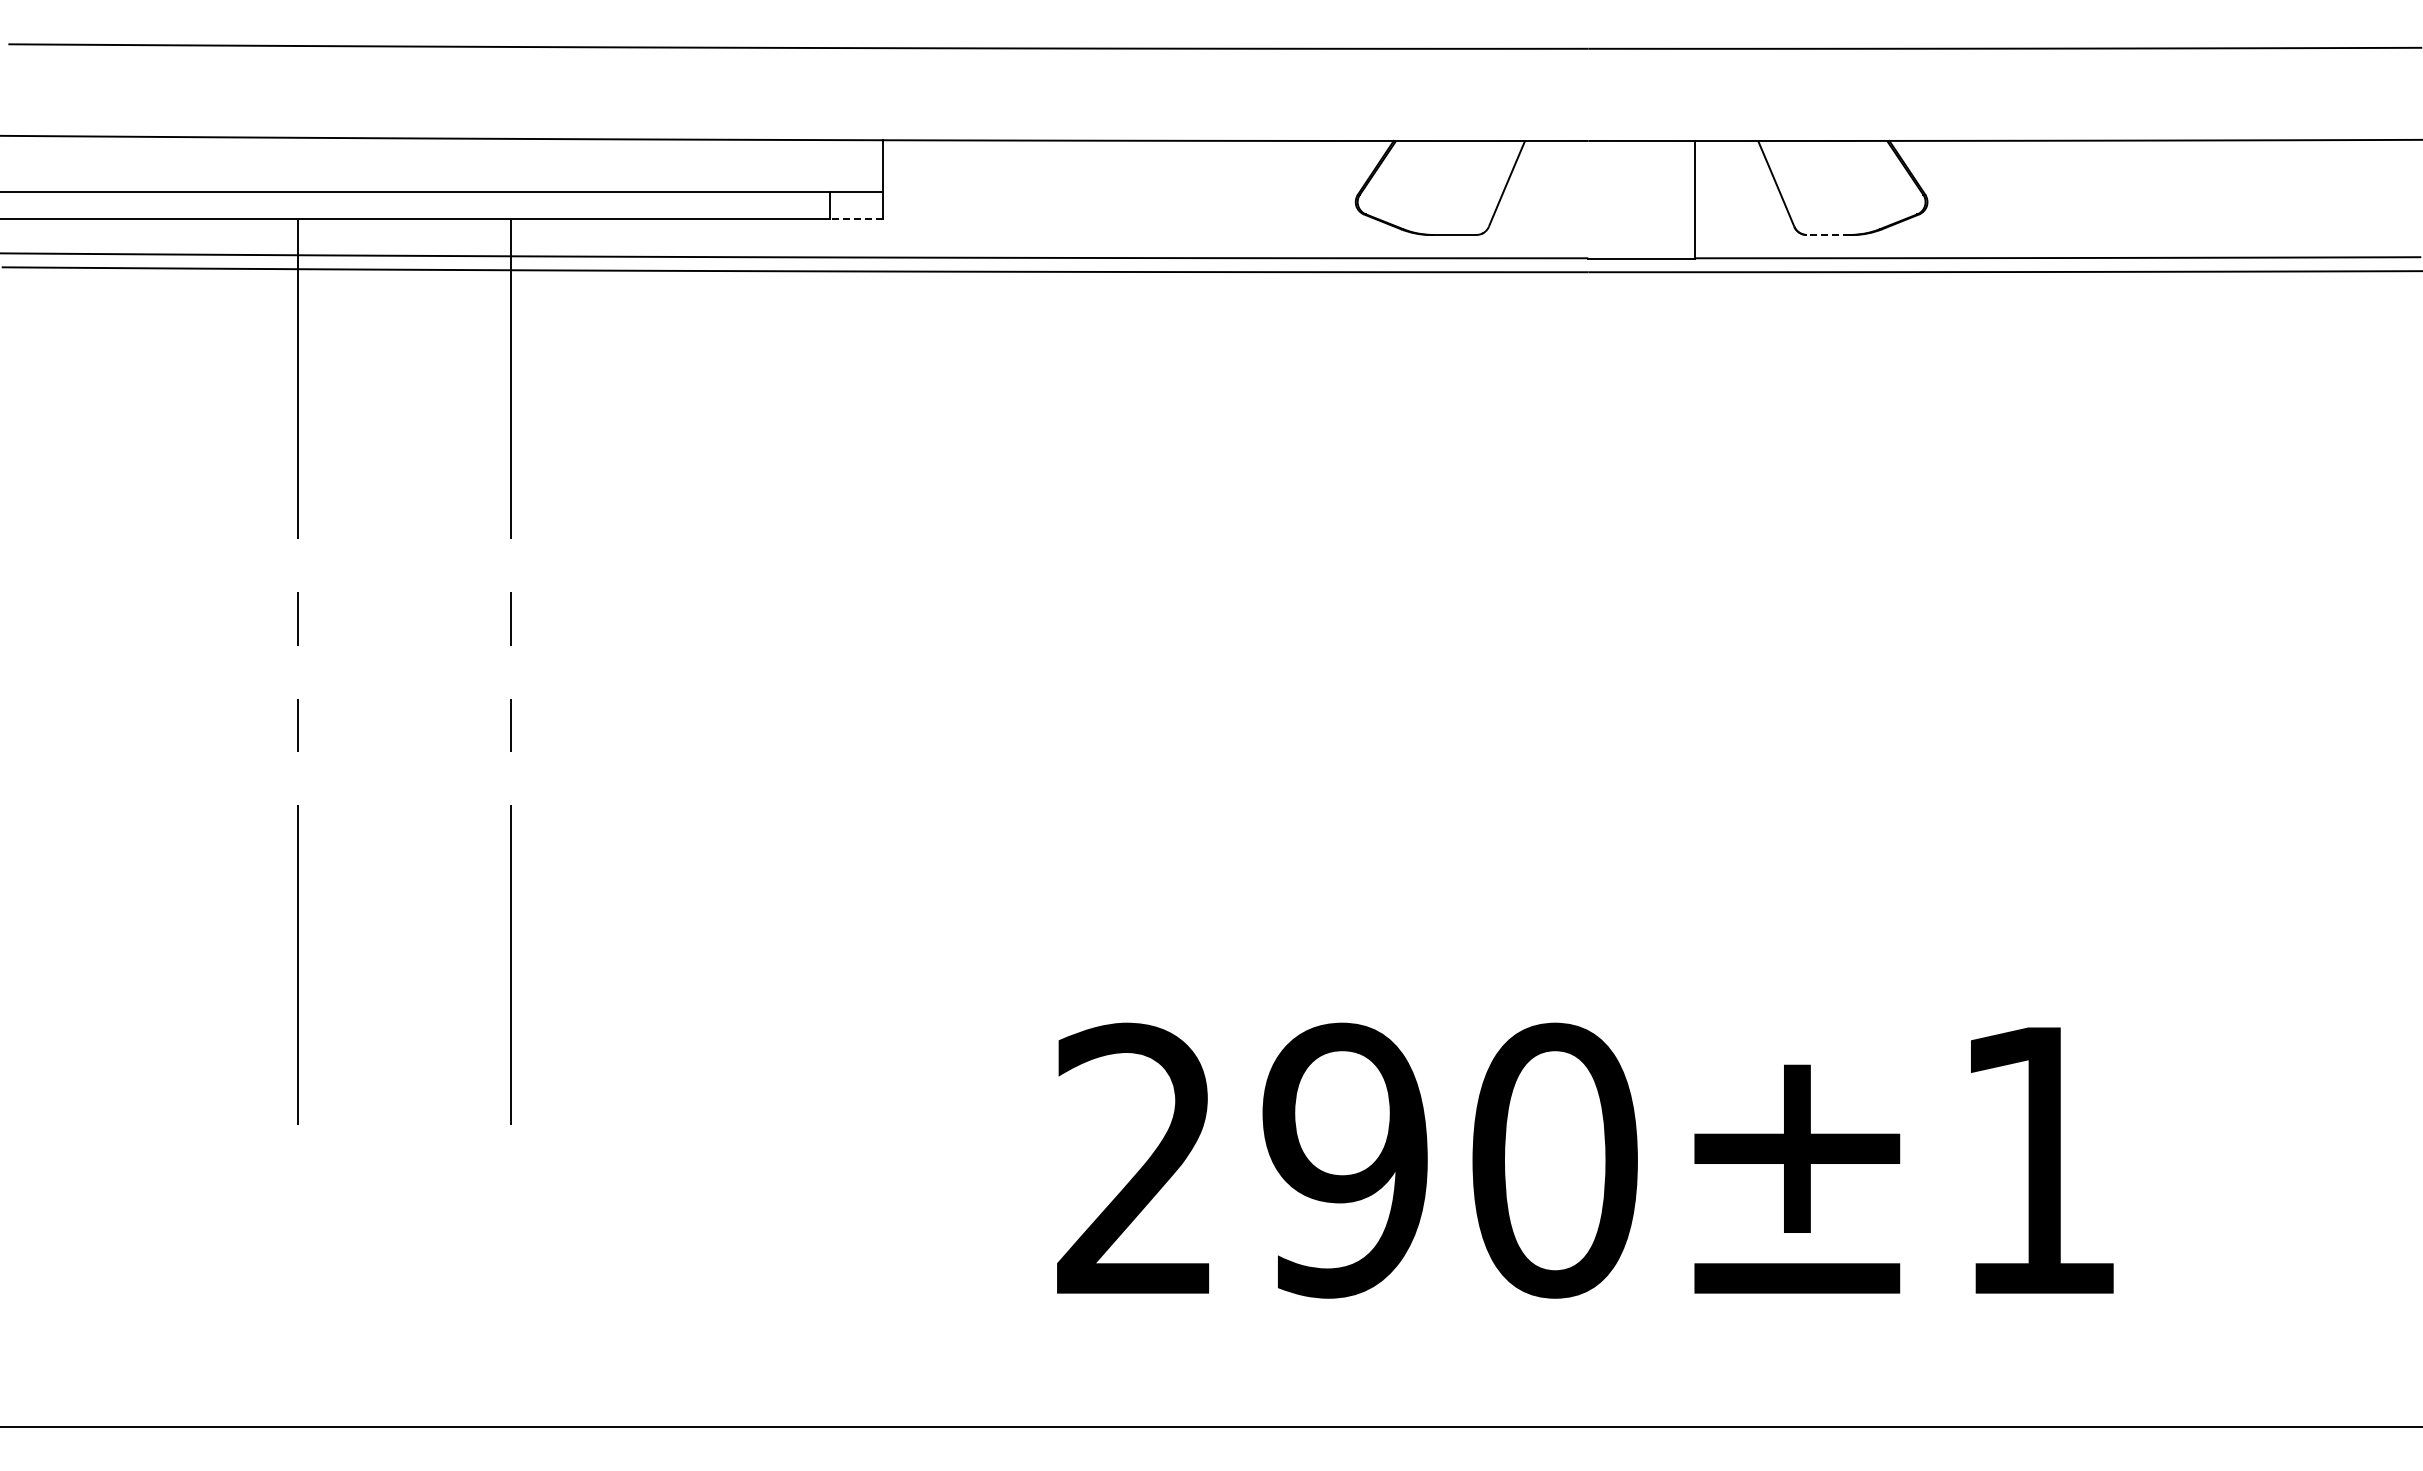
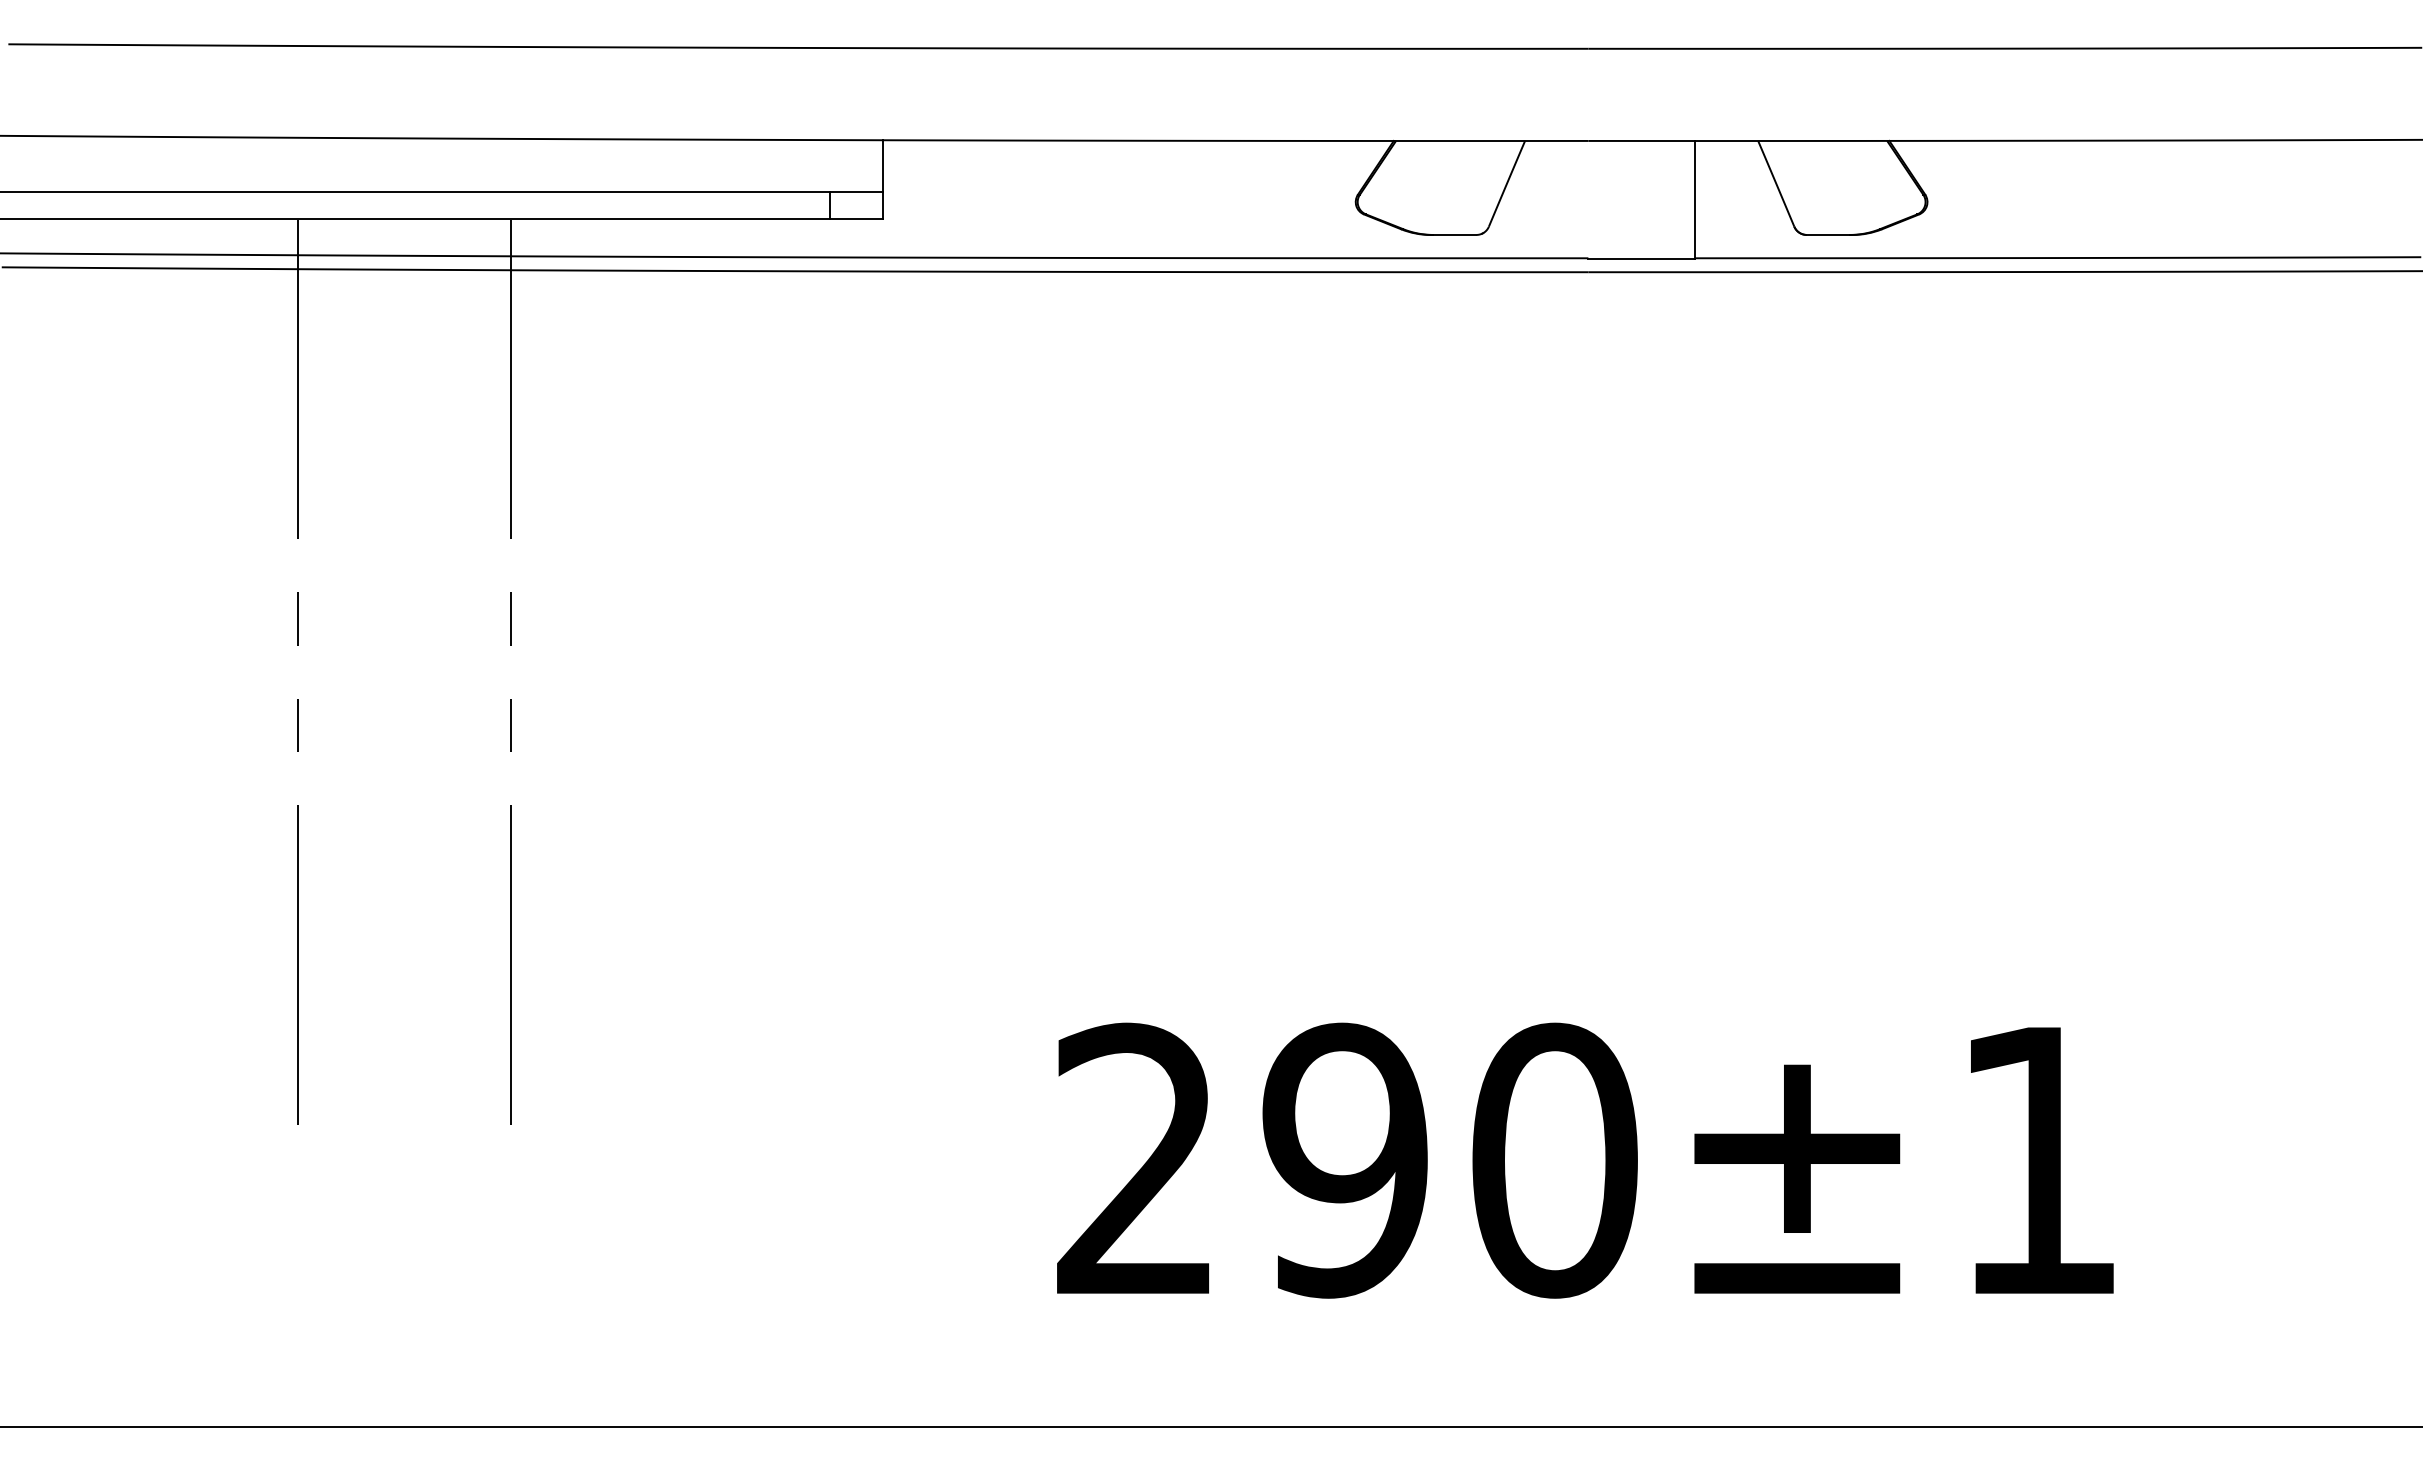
line at (856, 219): dashed -> solid
line at (1827, 234): dashed -> solid
